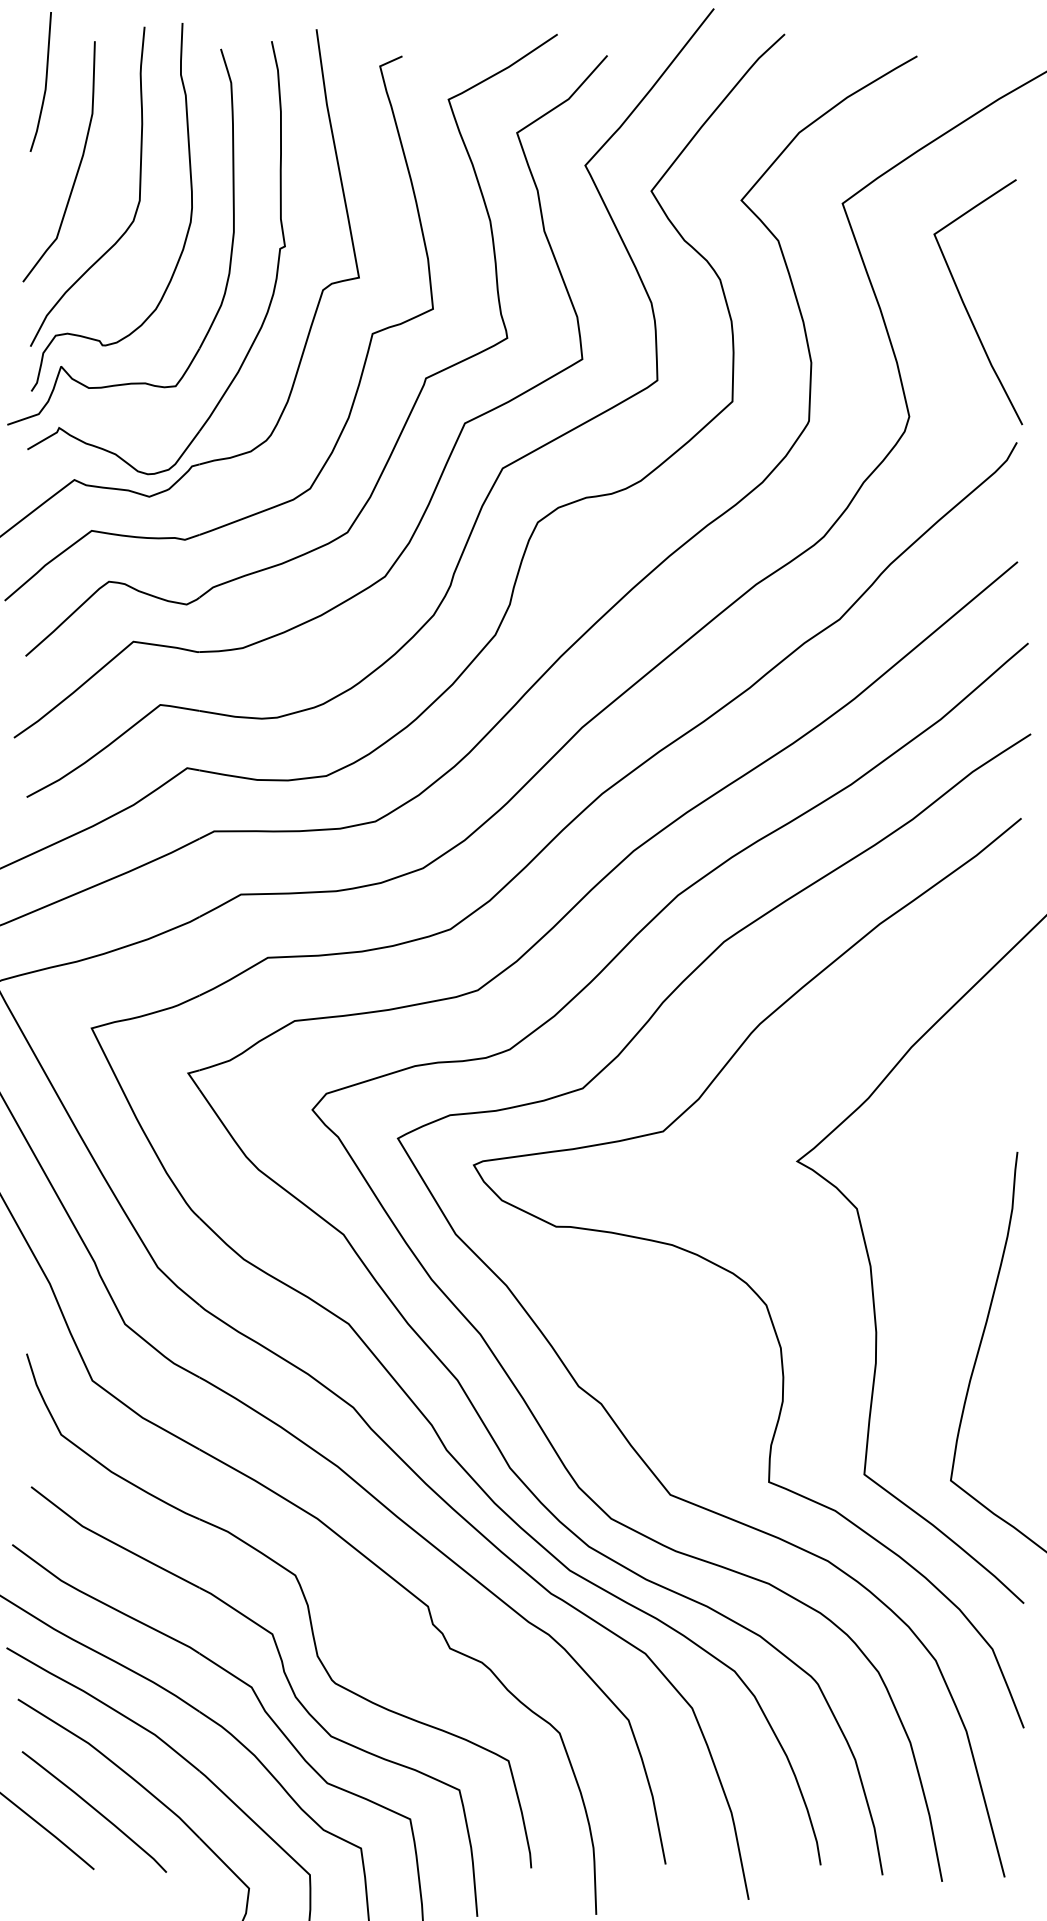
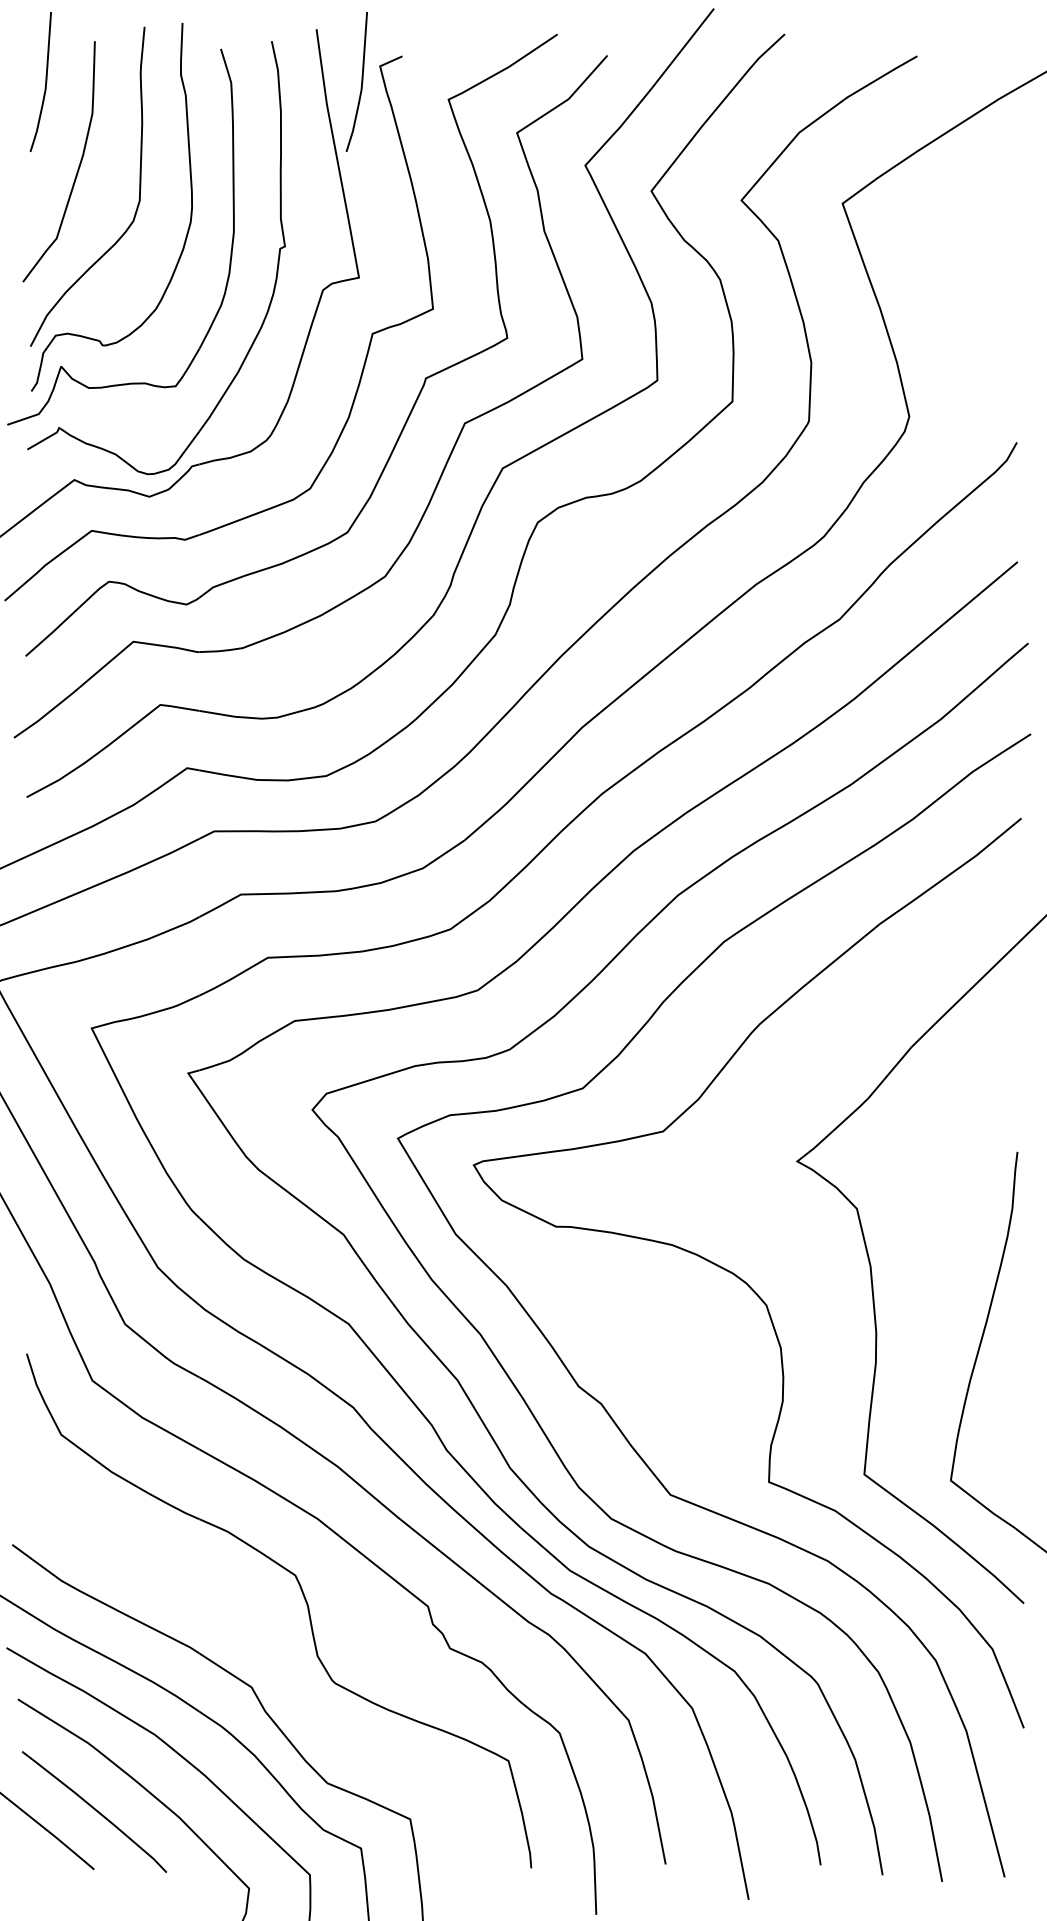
curve at (361, 81): none -> present
curve at (966, 307): present -> none
part at (289, 1686): present -> none
